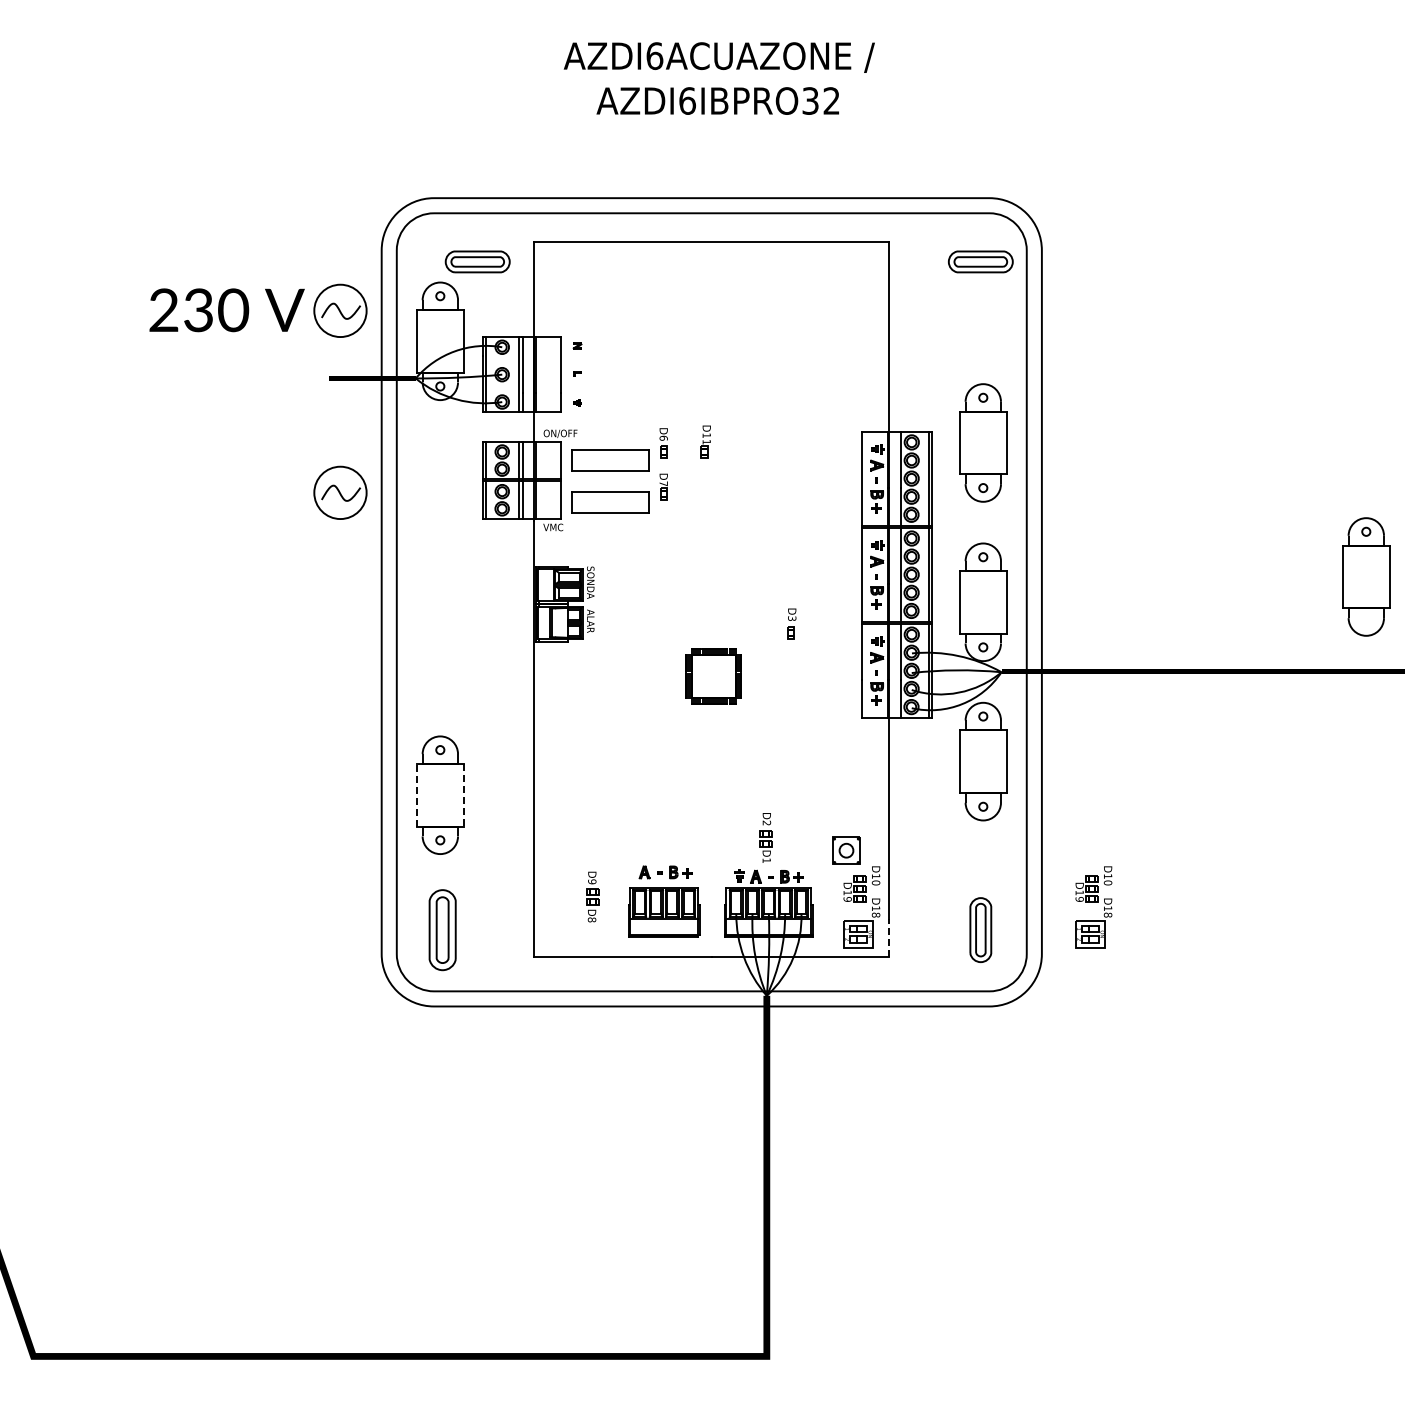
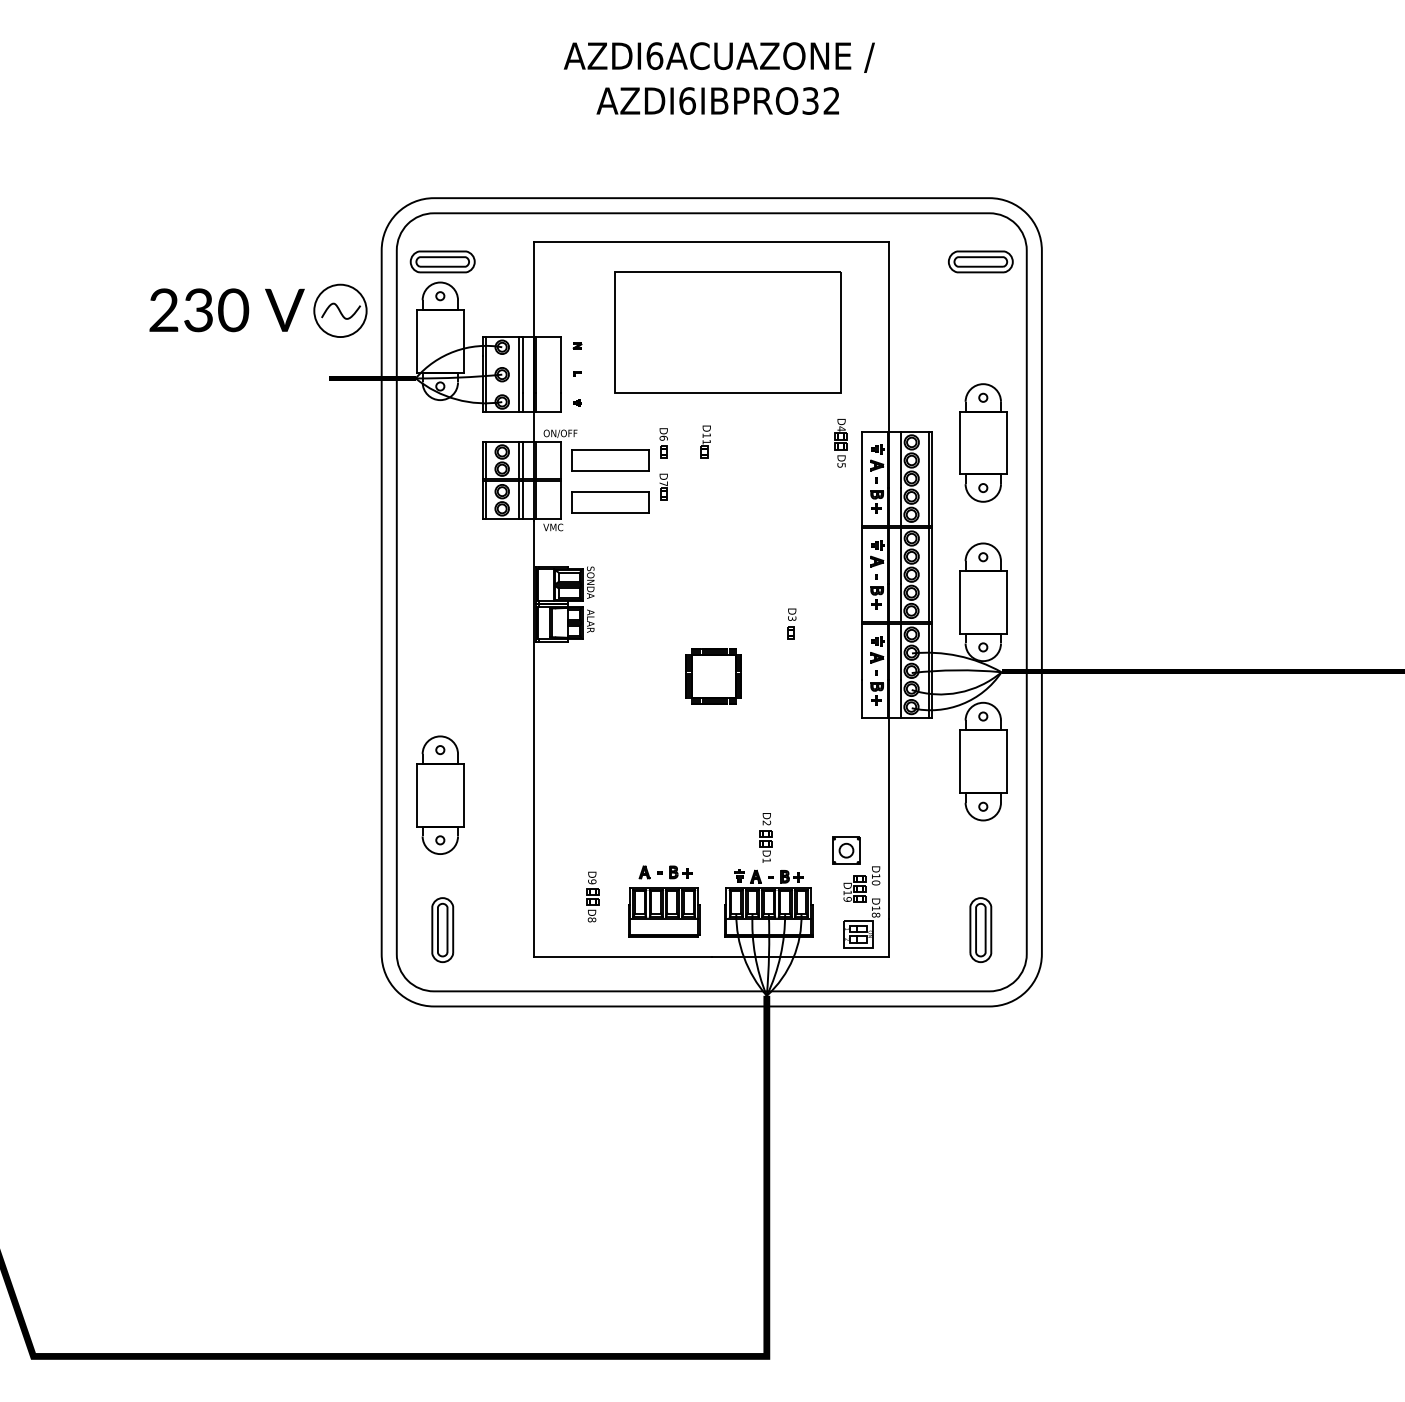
part at (477, 261) position: (477, 261) -> (442, 261)
part at (727, 332): none -> present
part at (840, 443): none -> present
part at (340, 492): present -> none
part at (1366, 576): present -> none
line at (417, 794): dashed -> solid
line at (463, 795): dashed -> solid
part at (1093, 907): present -> none
part at (442, 930) size: 29x83 px -> 24x66 px
line at (889, 937): dashed -> solid
